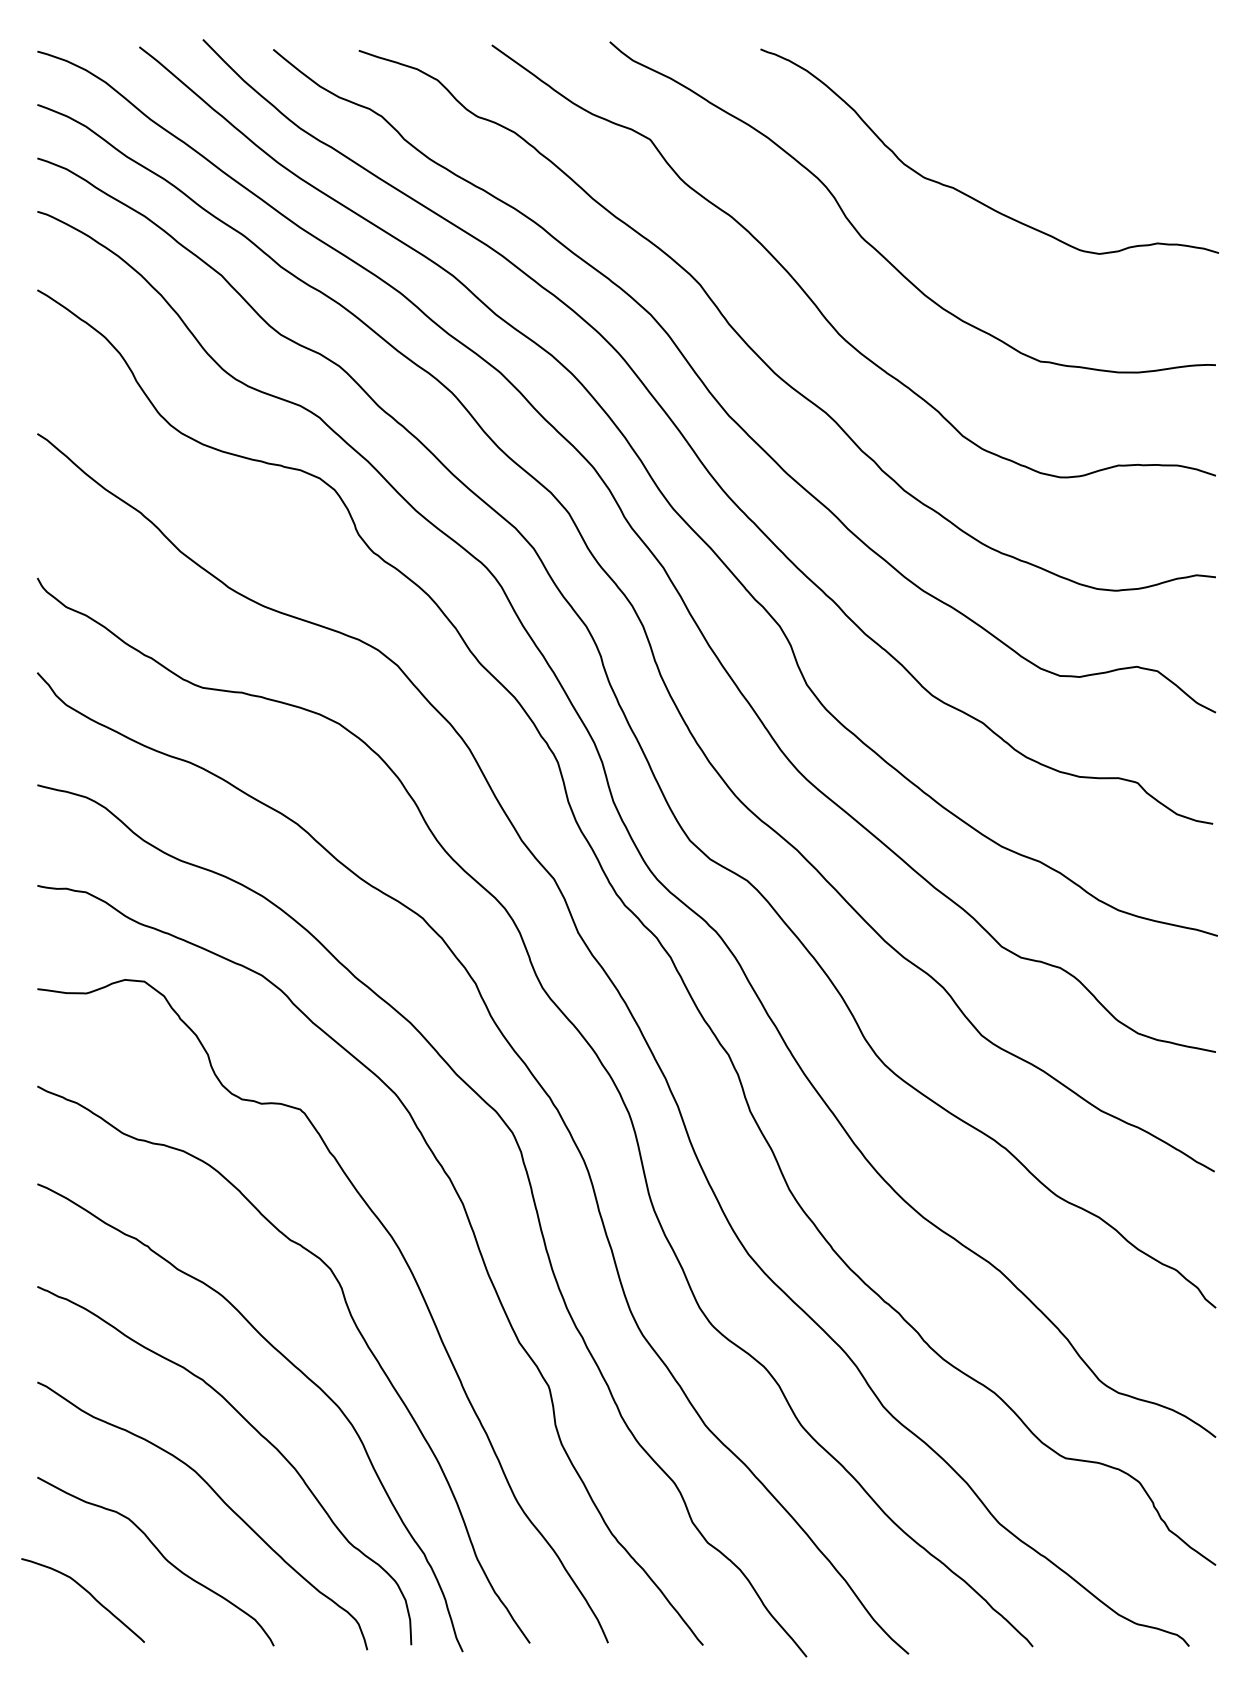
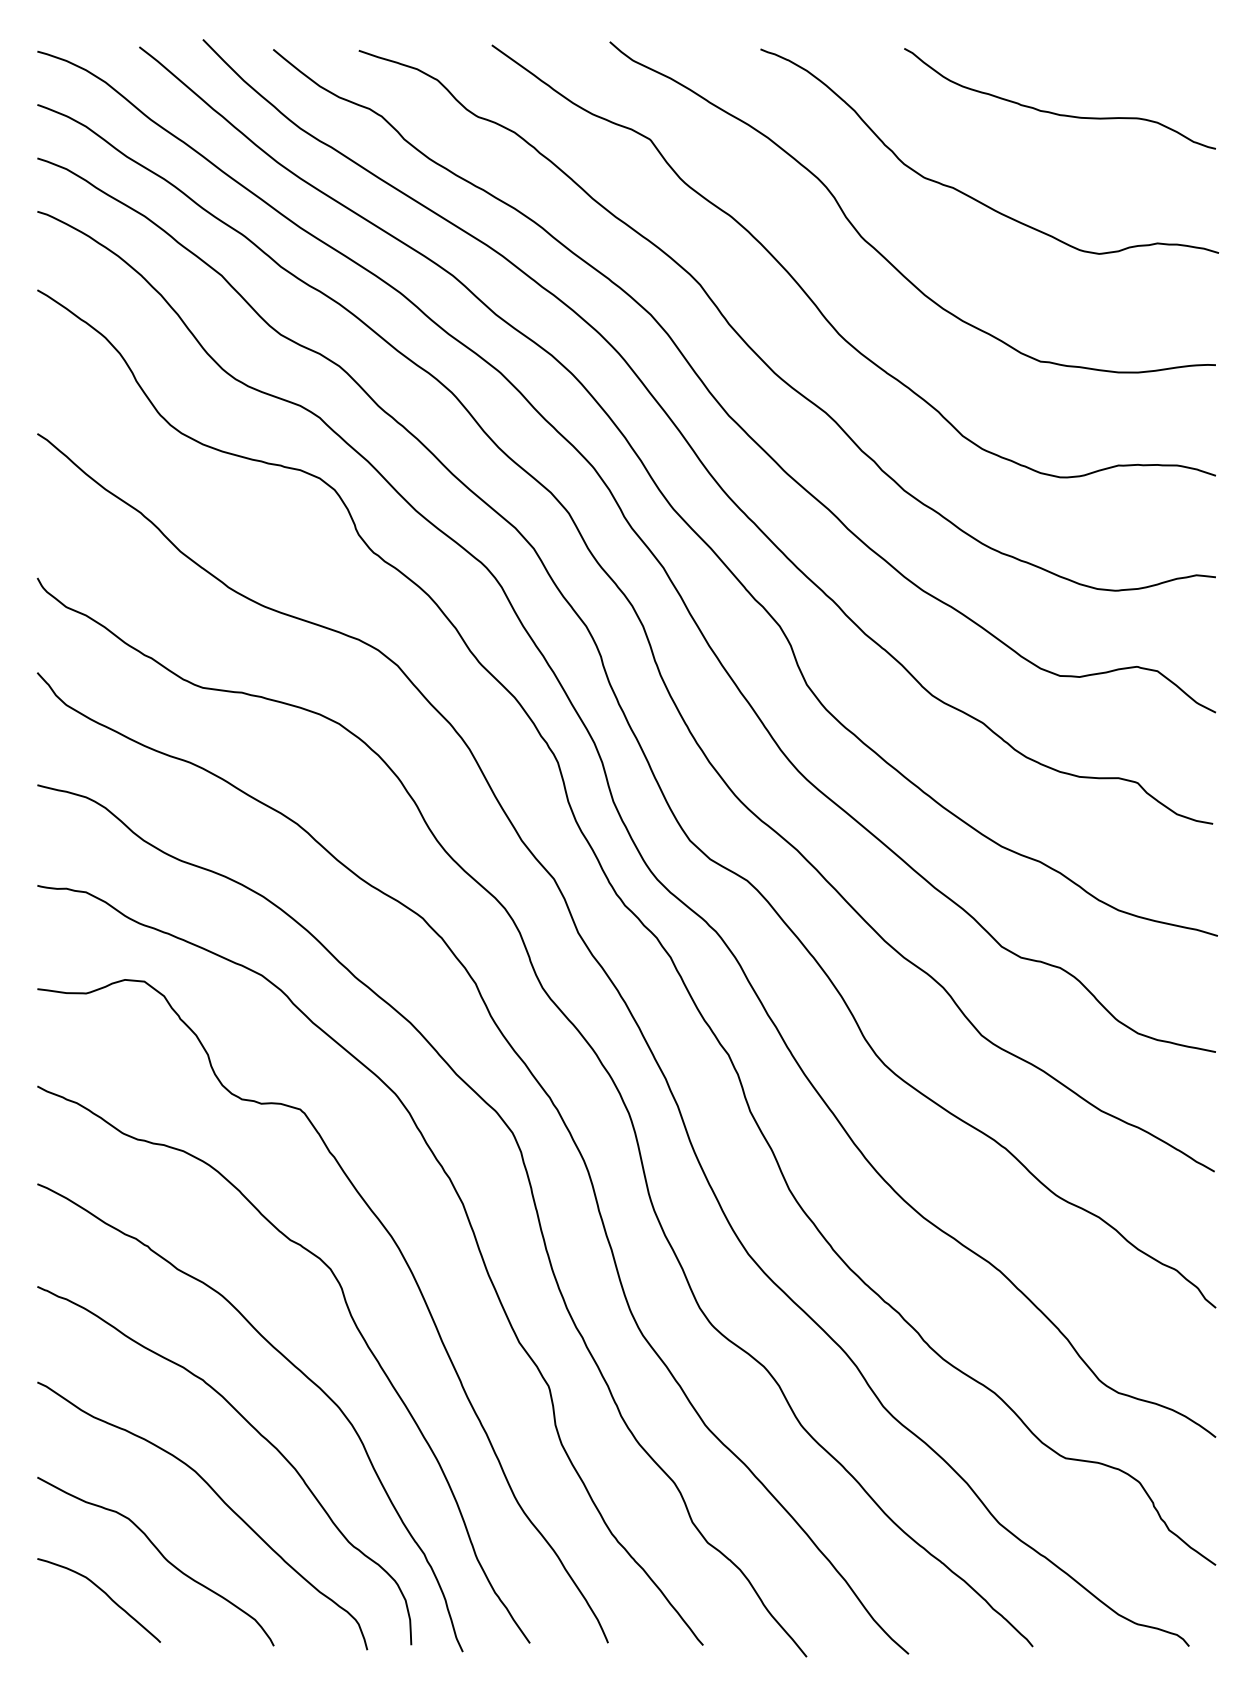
curve at (1054, 112): none -> present
curve at (88, 1593) position: (88, 1593) -> (104, 1593)
